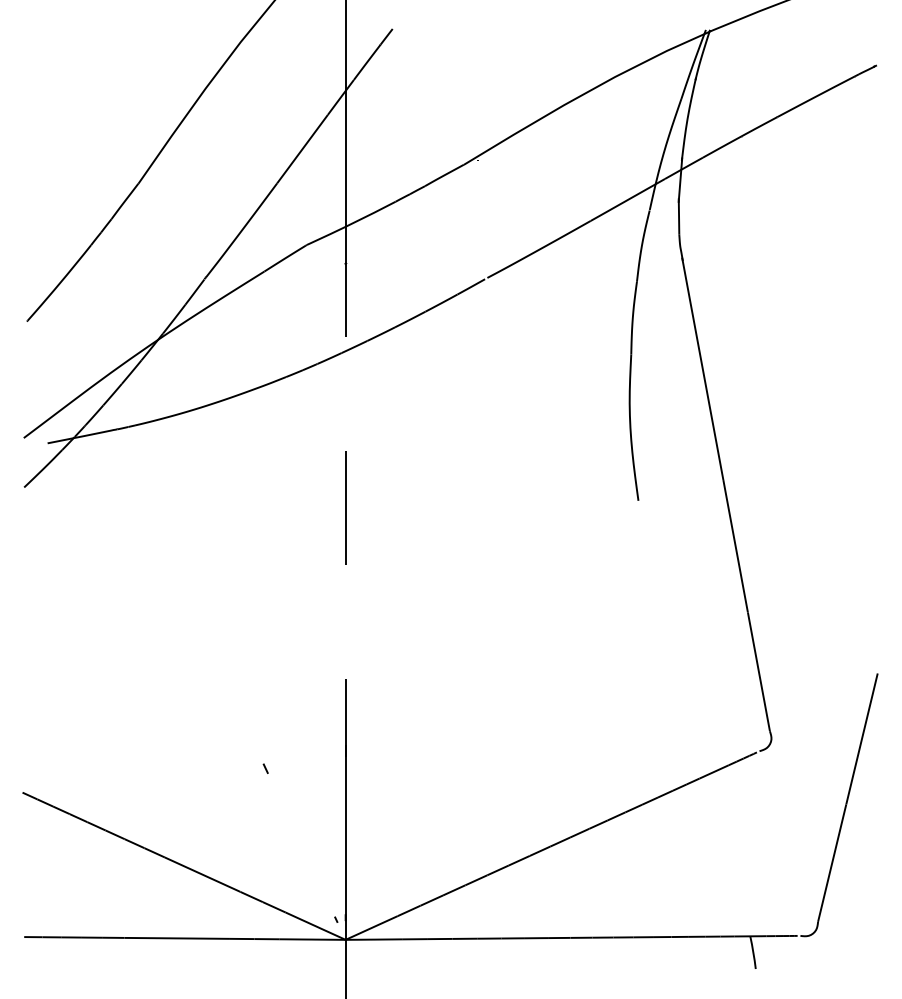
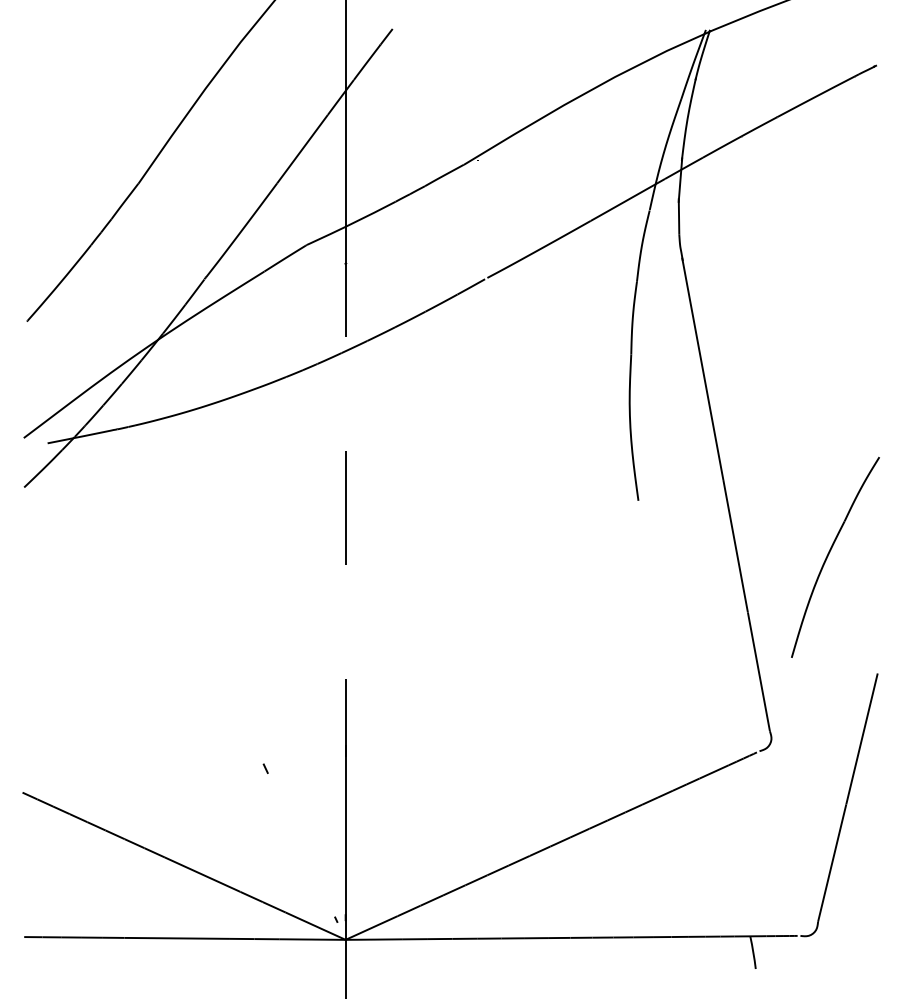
part at (829, 554): none -> present
